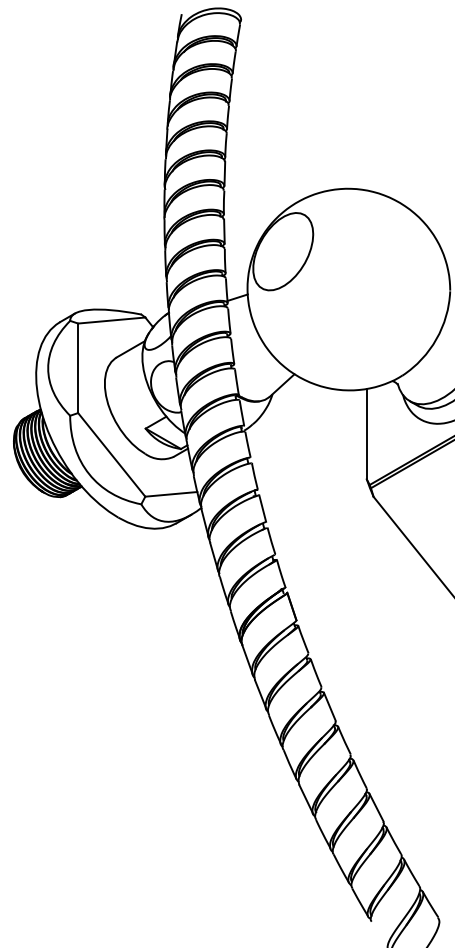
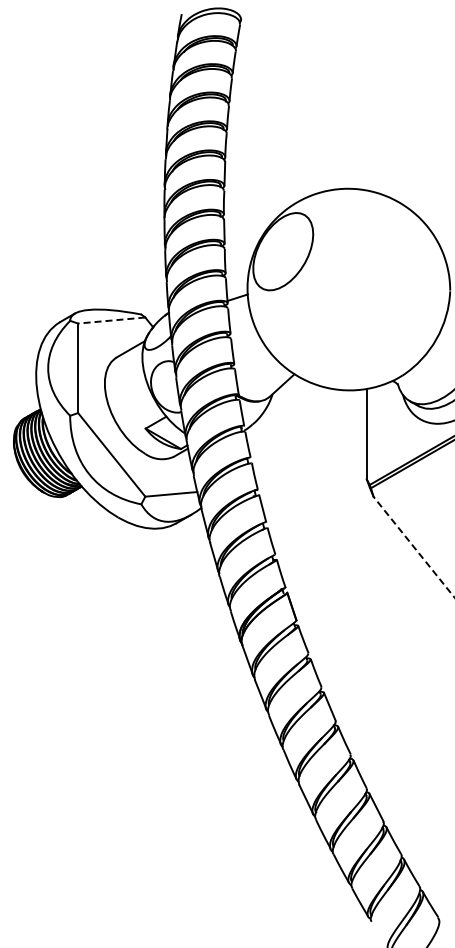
line at (111, 320): solid -> dashed
line at (414, 547): solid -> dashed
